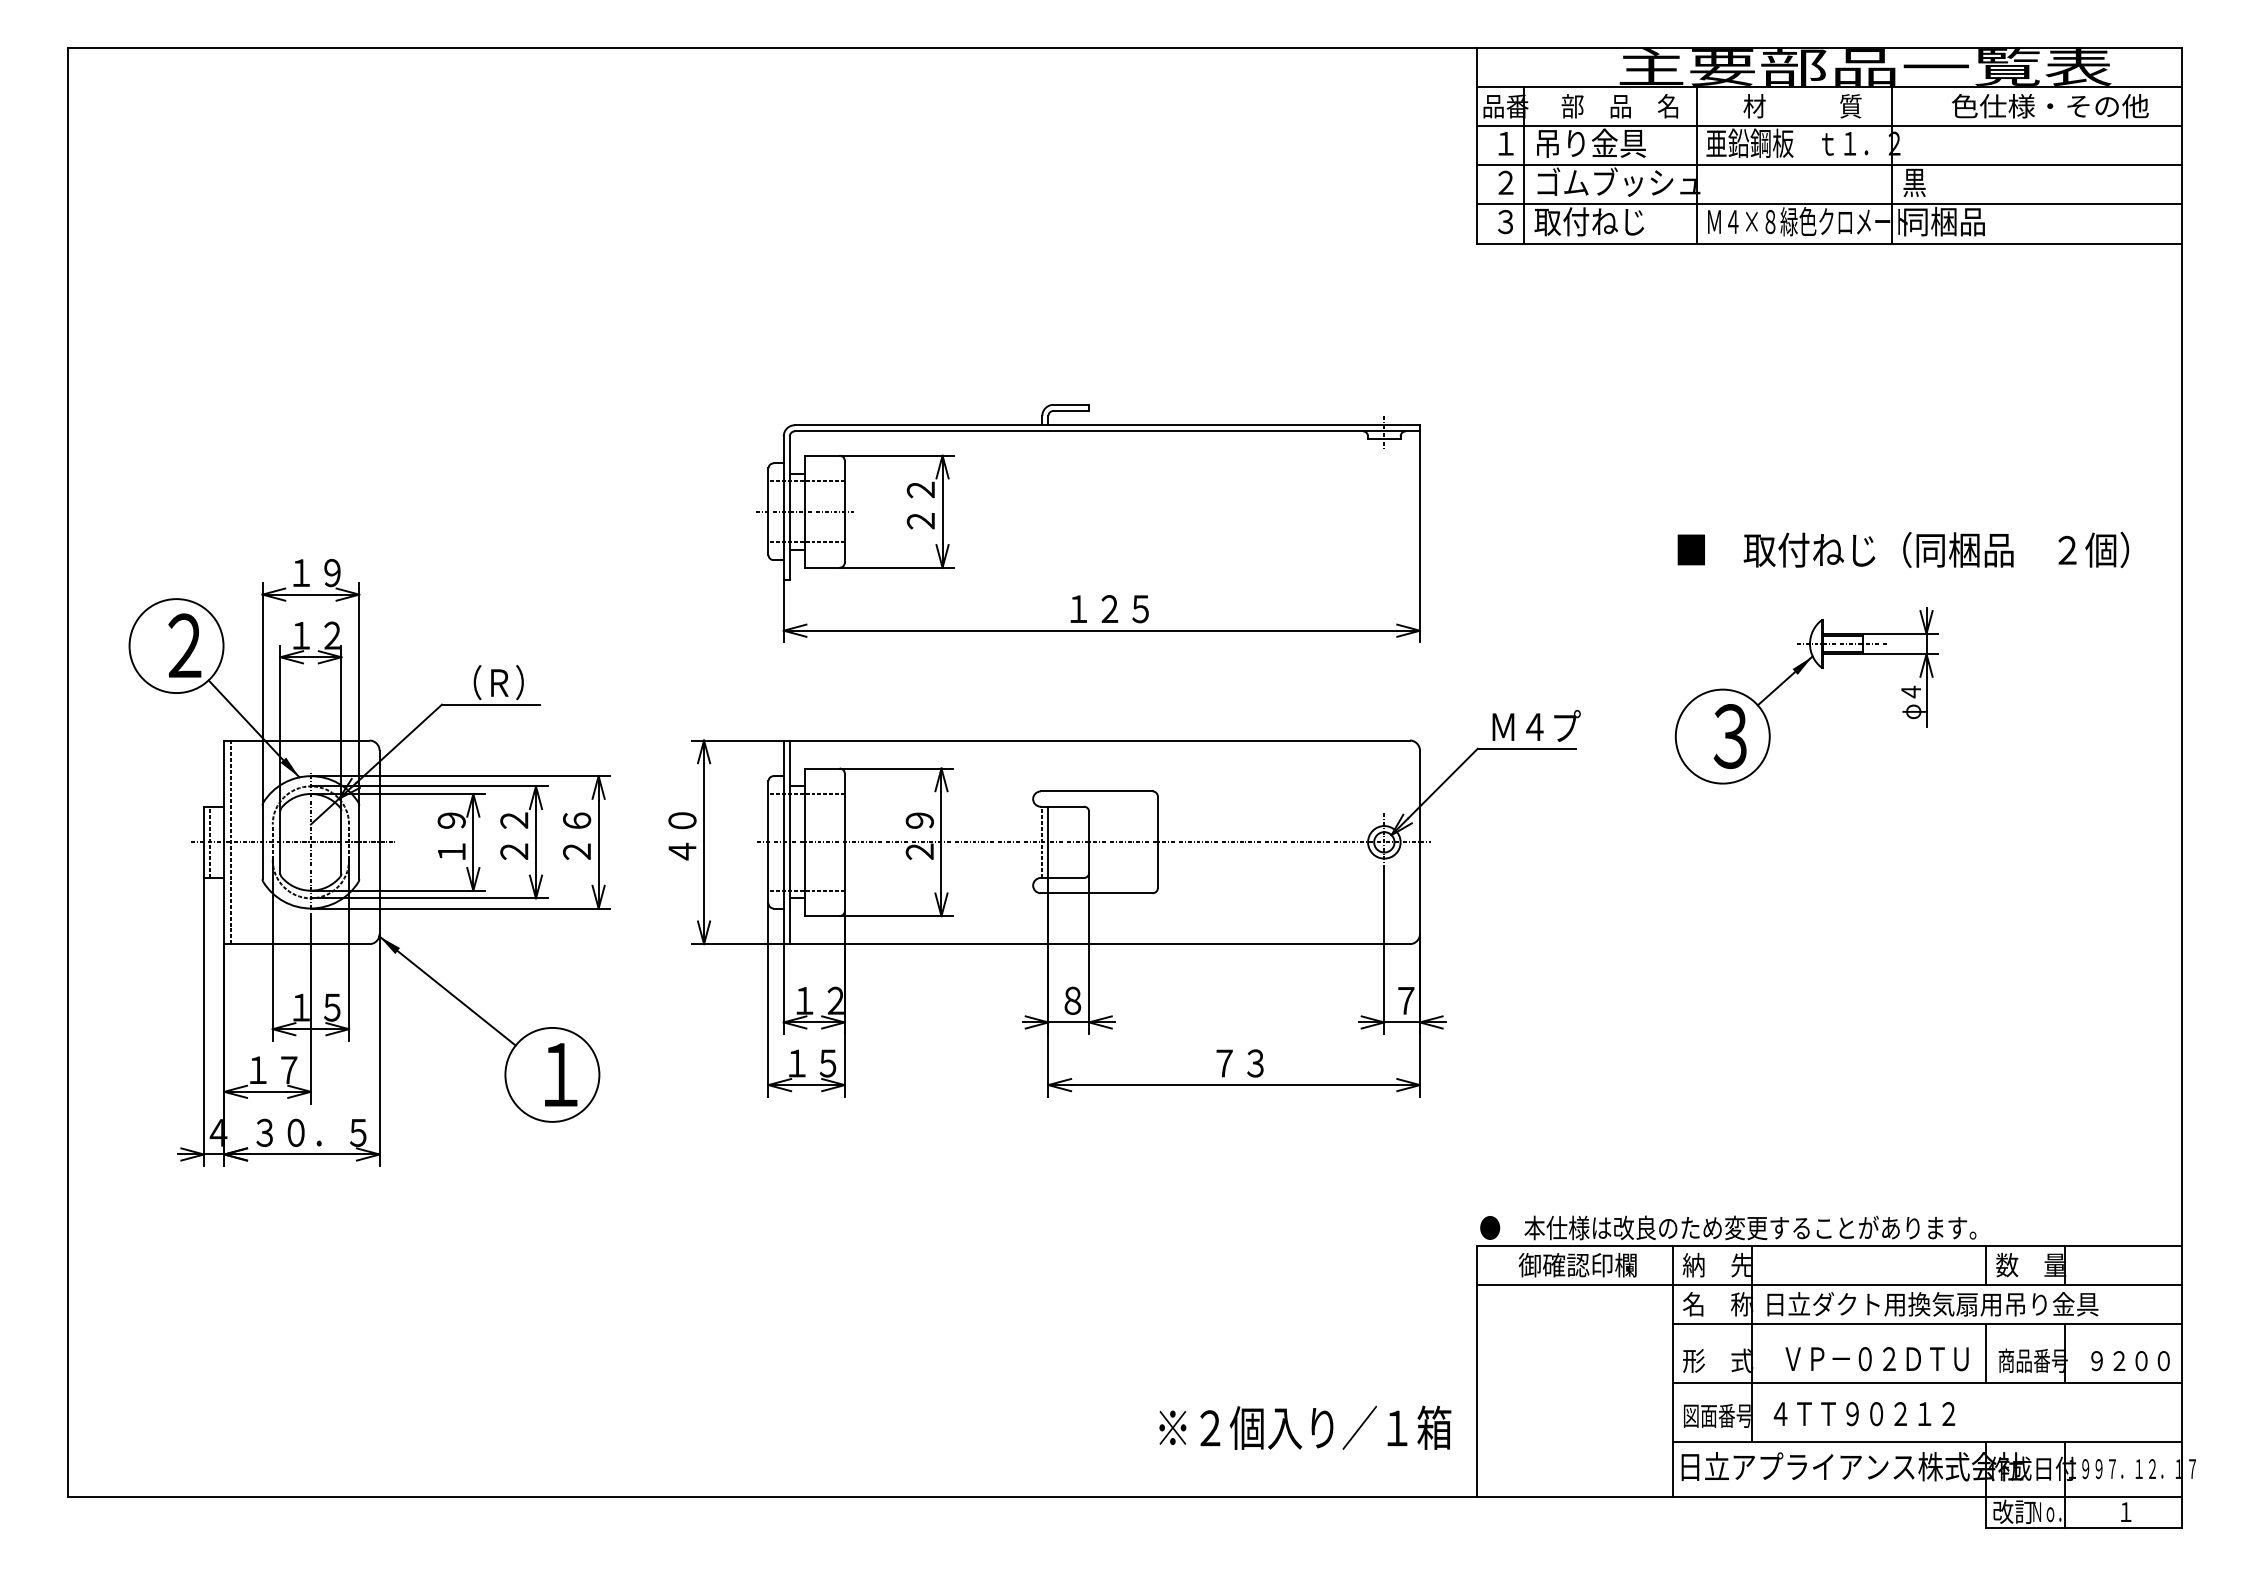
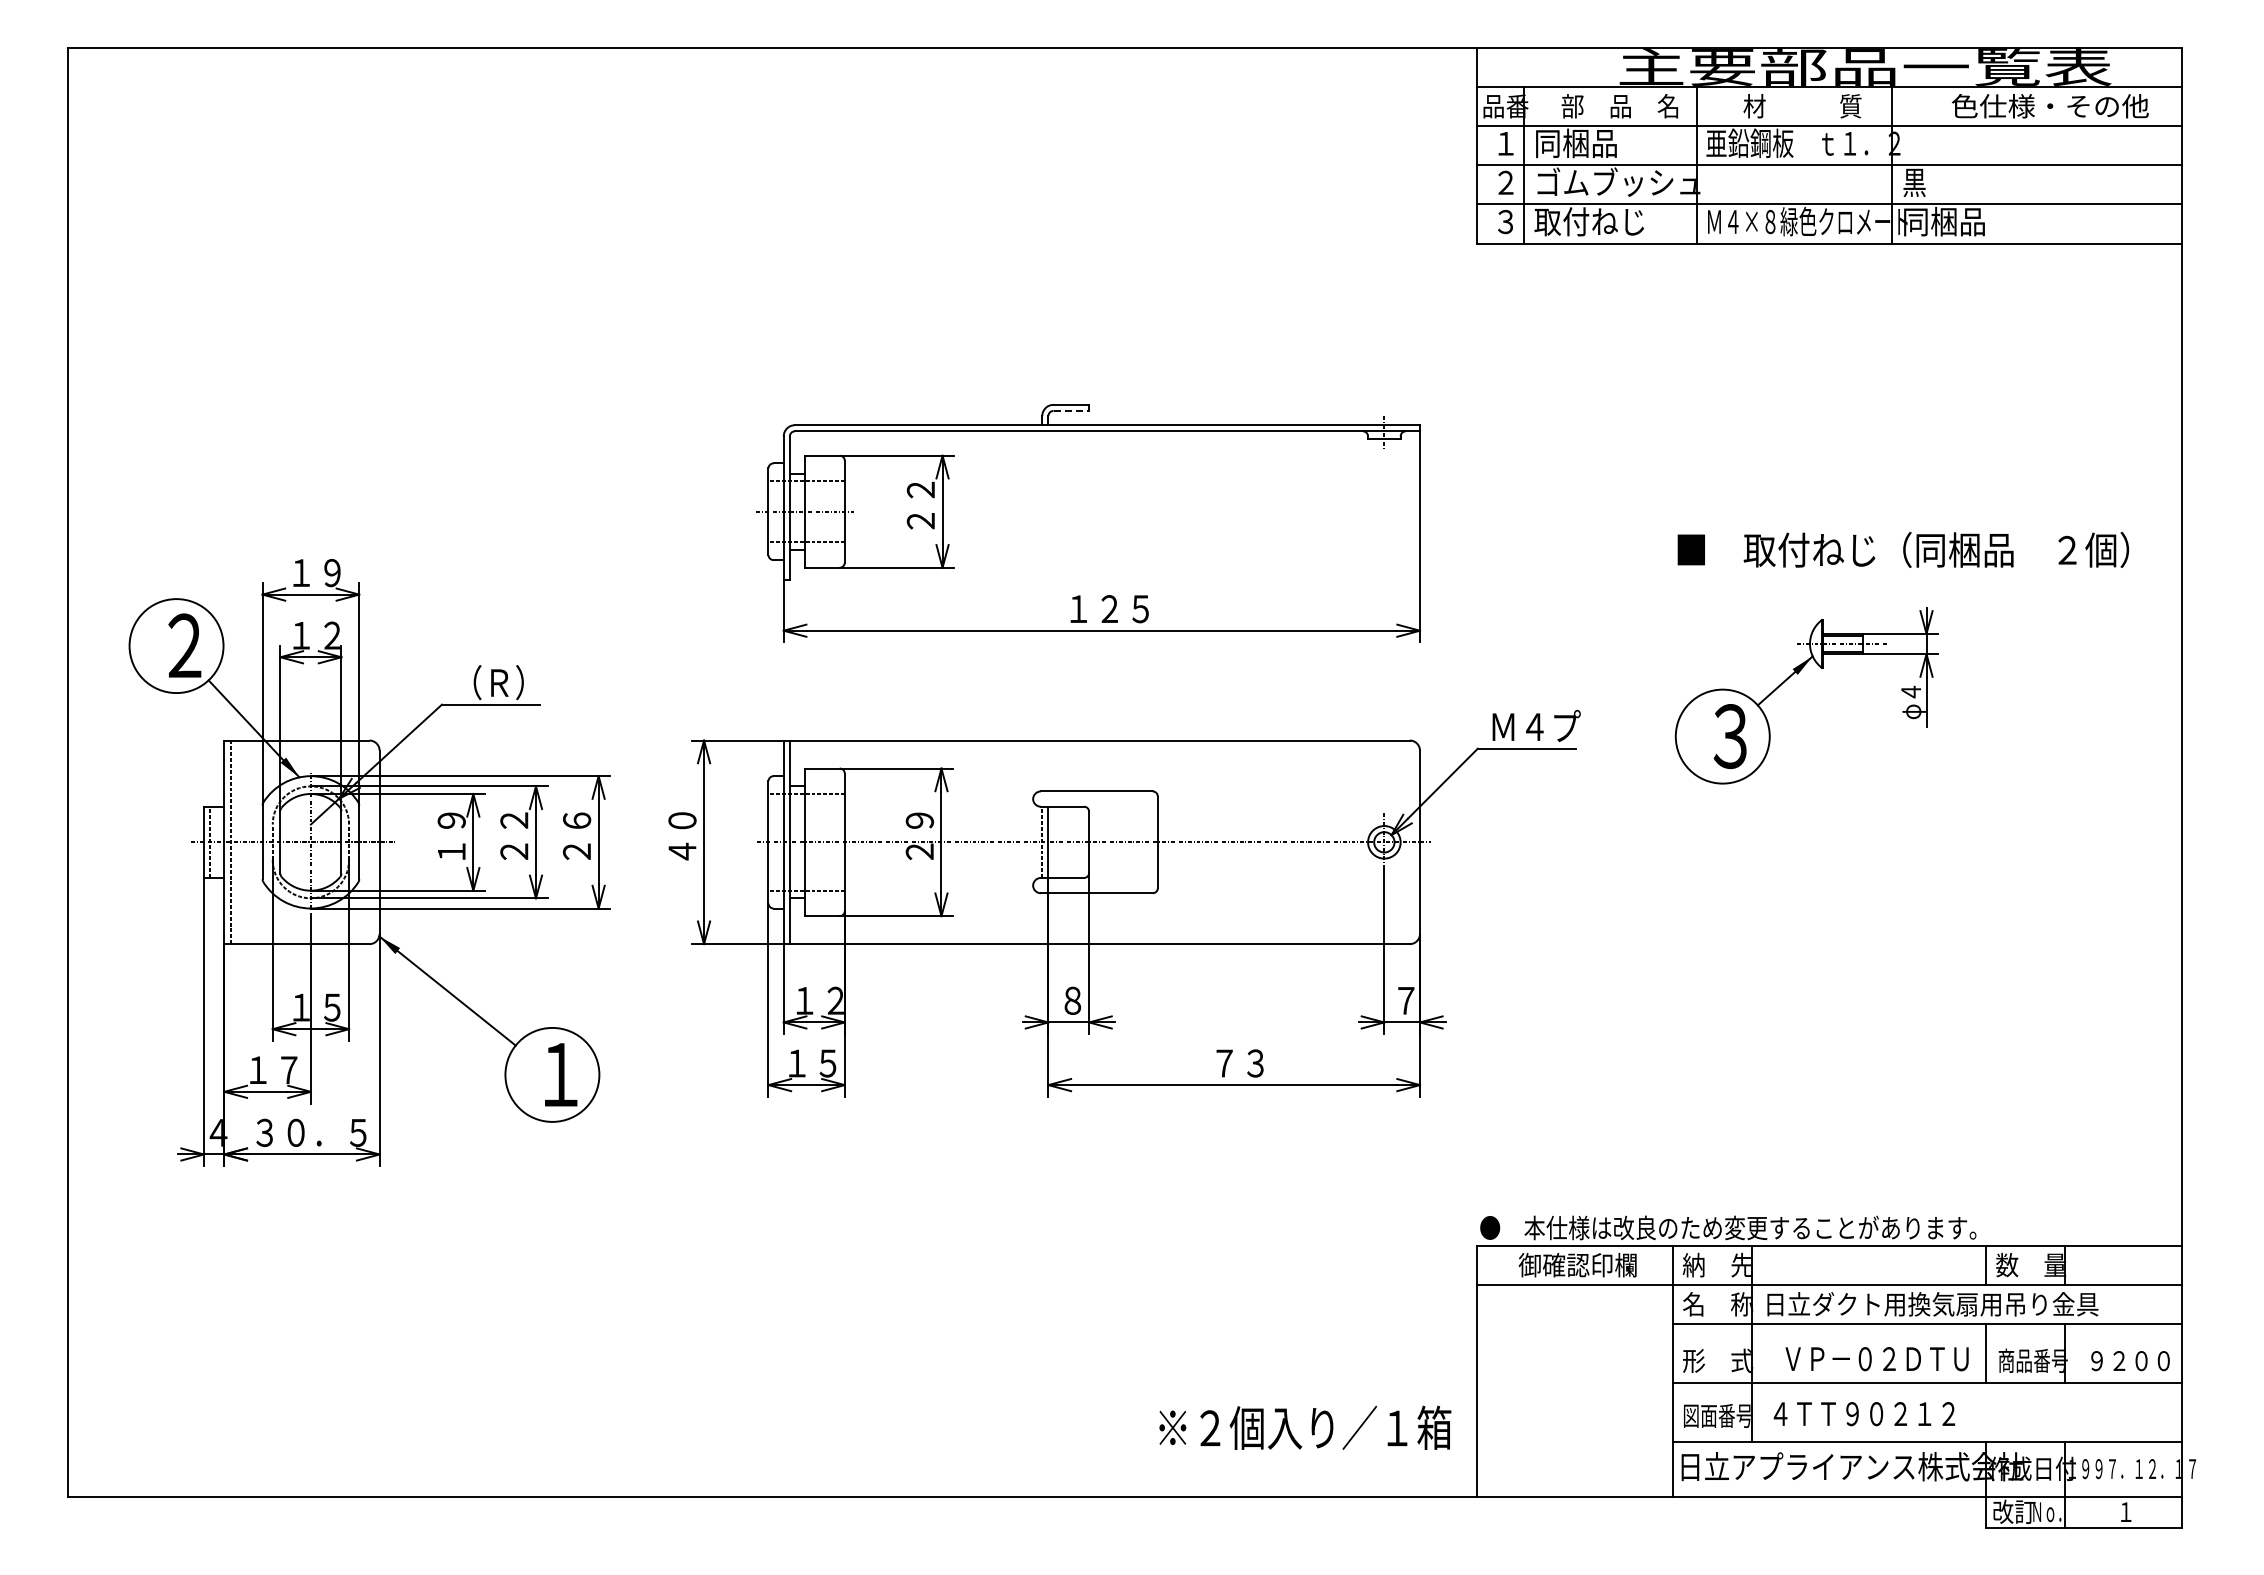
text at (1590, 143): 吊り金具 -> 同梱品
line at (1071, 410): solid -> dashed
